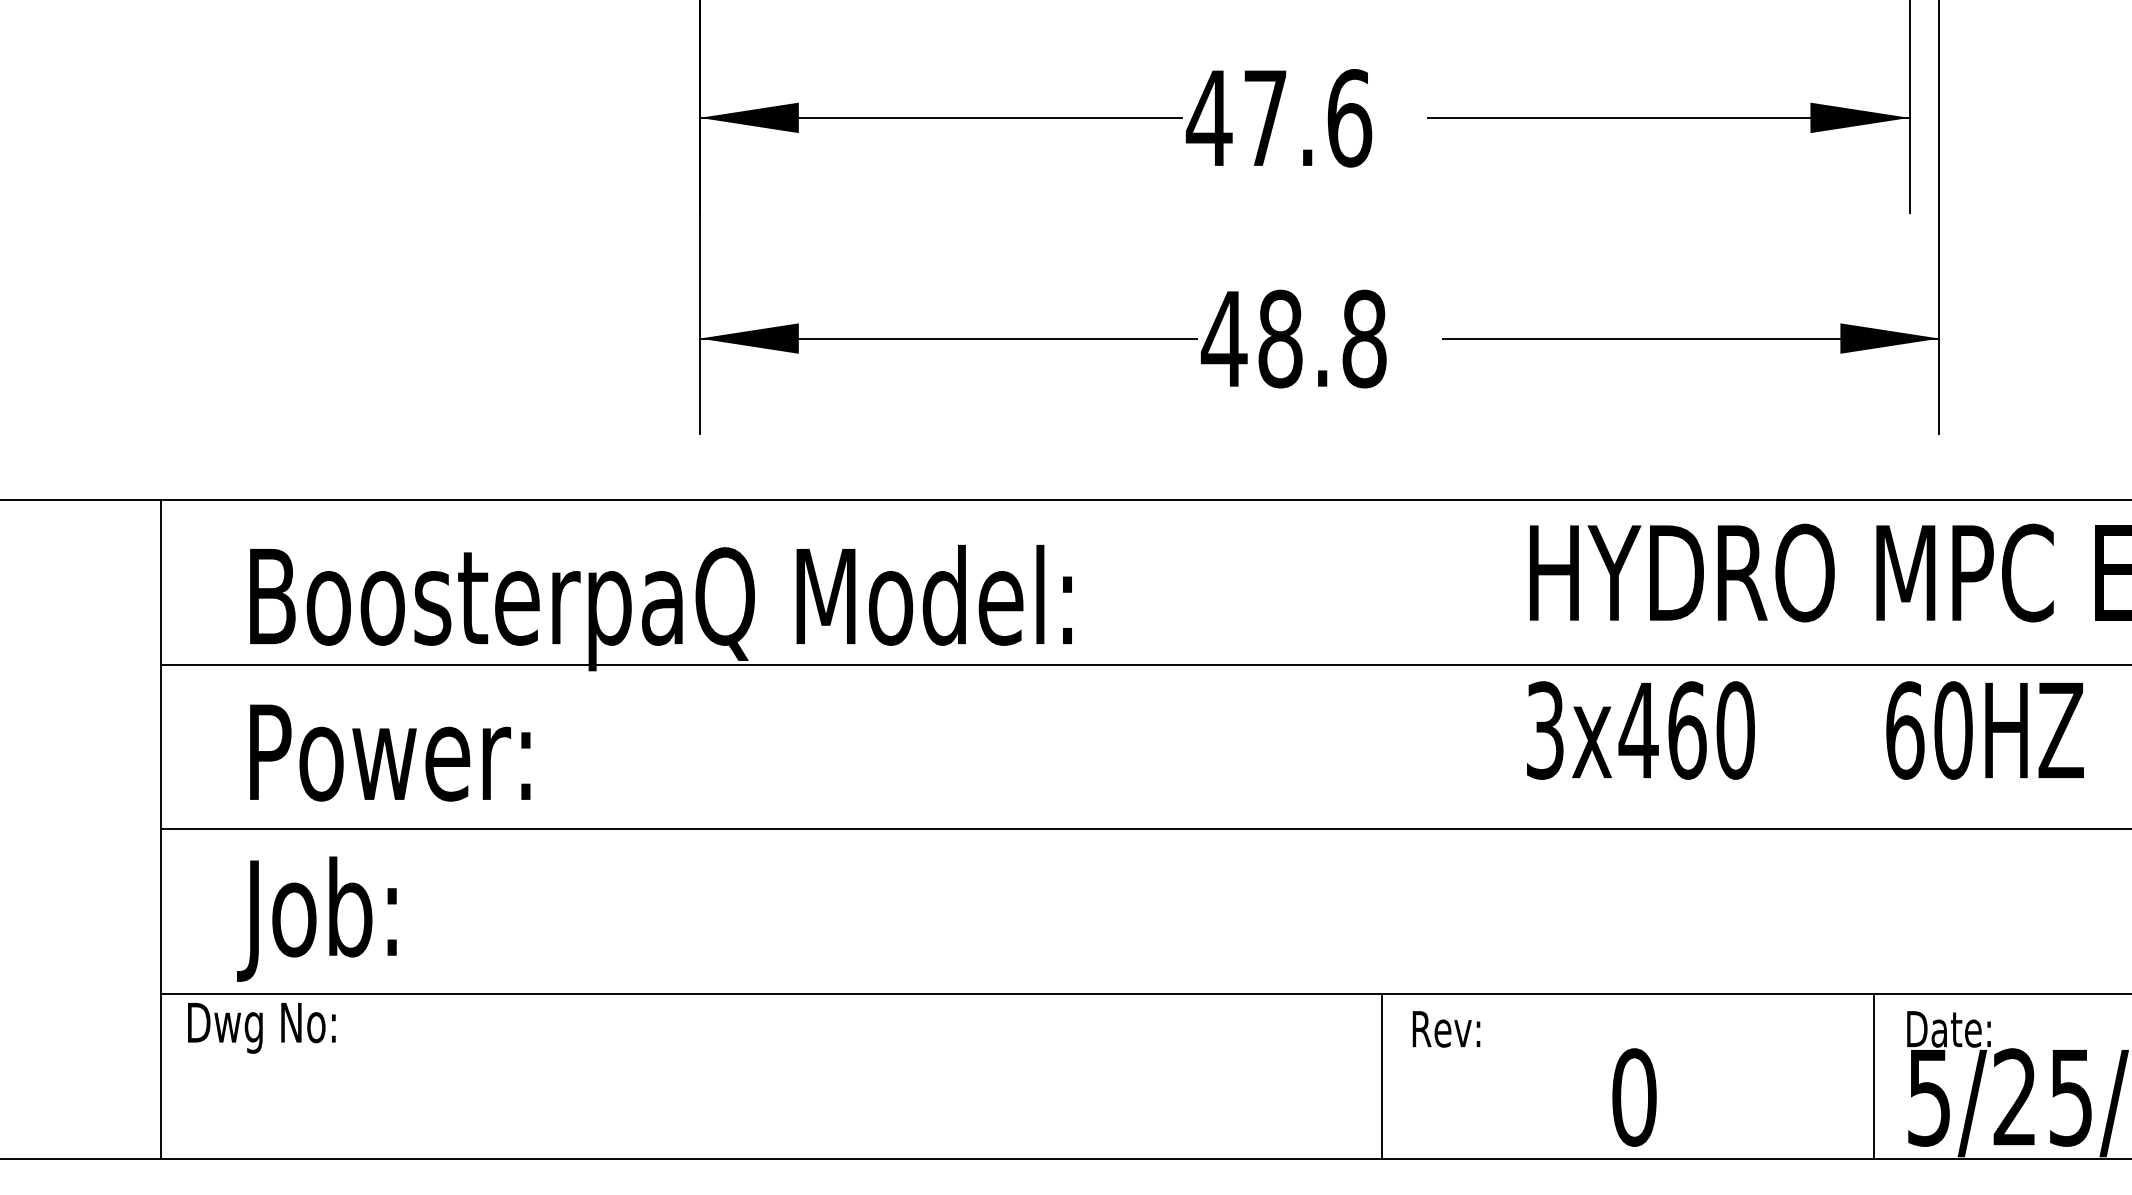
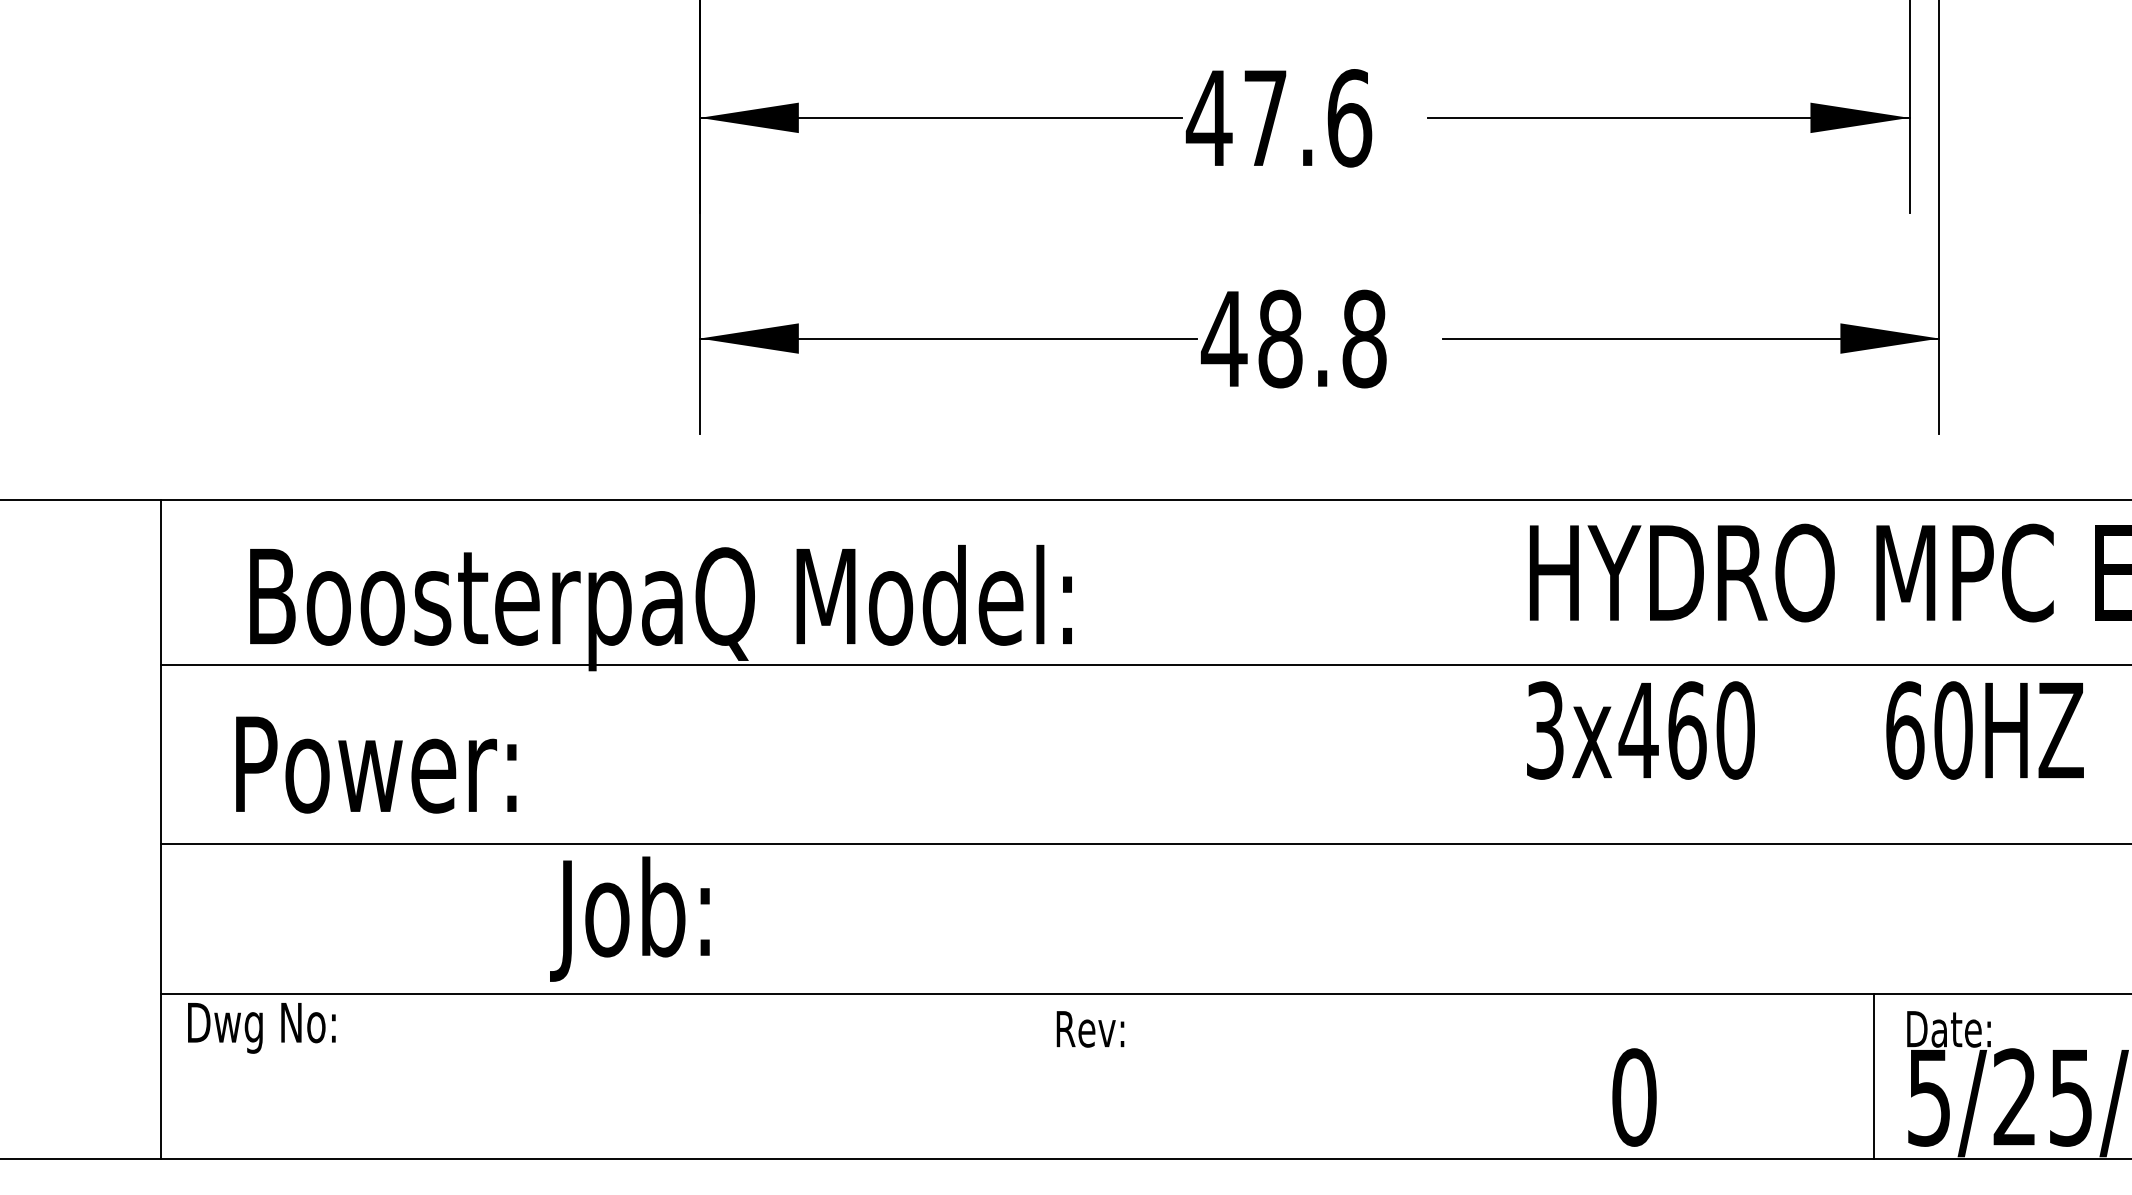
text at (390, 752) position: (390, 752) -> (376, 764)
line at (1144, 829) position: (1144, 829) -> (1144, 844)
text at (316, 918) position: (316, 918) -> (629, 918)
text at (1446, 1029) position: (1446, 1029) -> (1090, 1029)
line at (1382, 1076): present -> none
